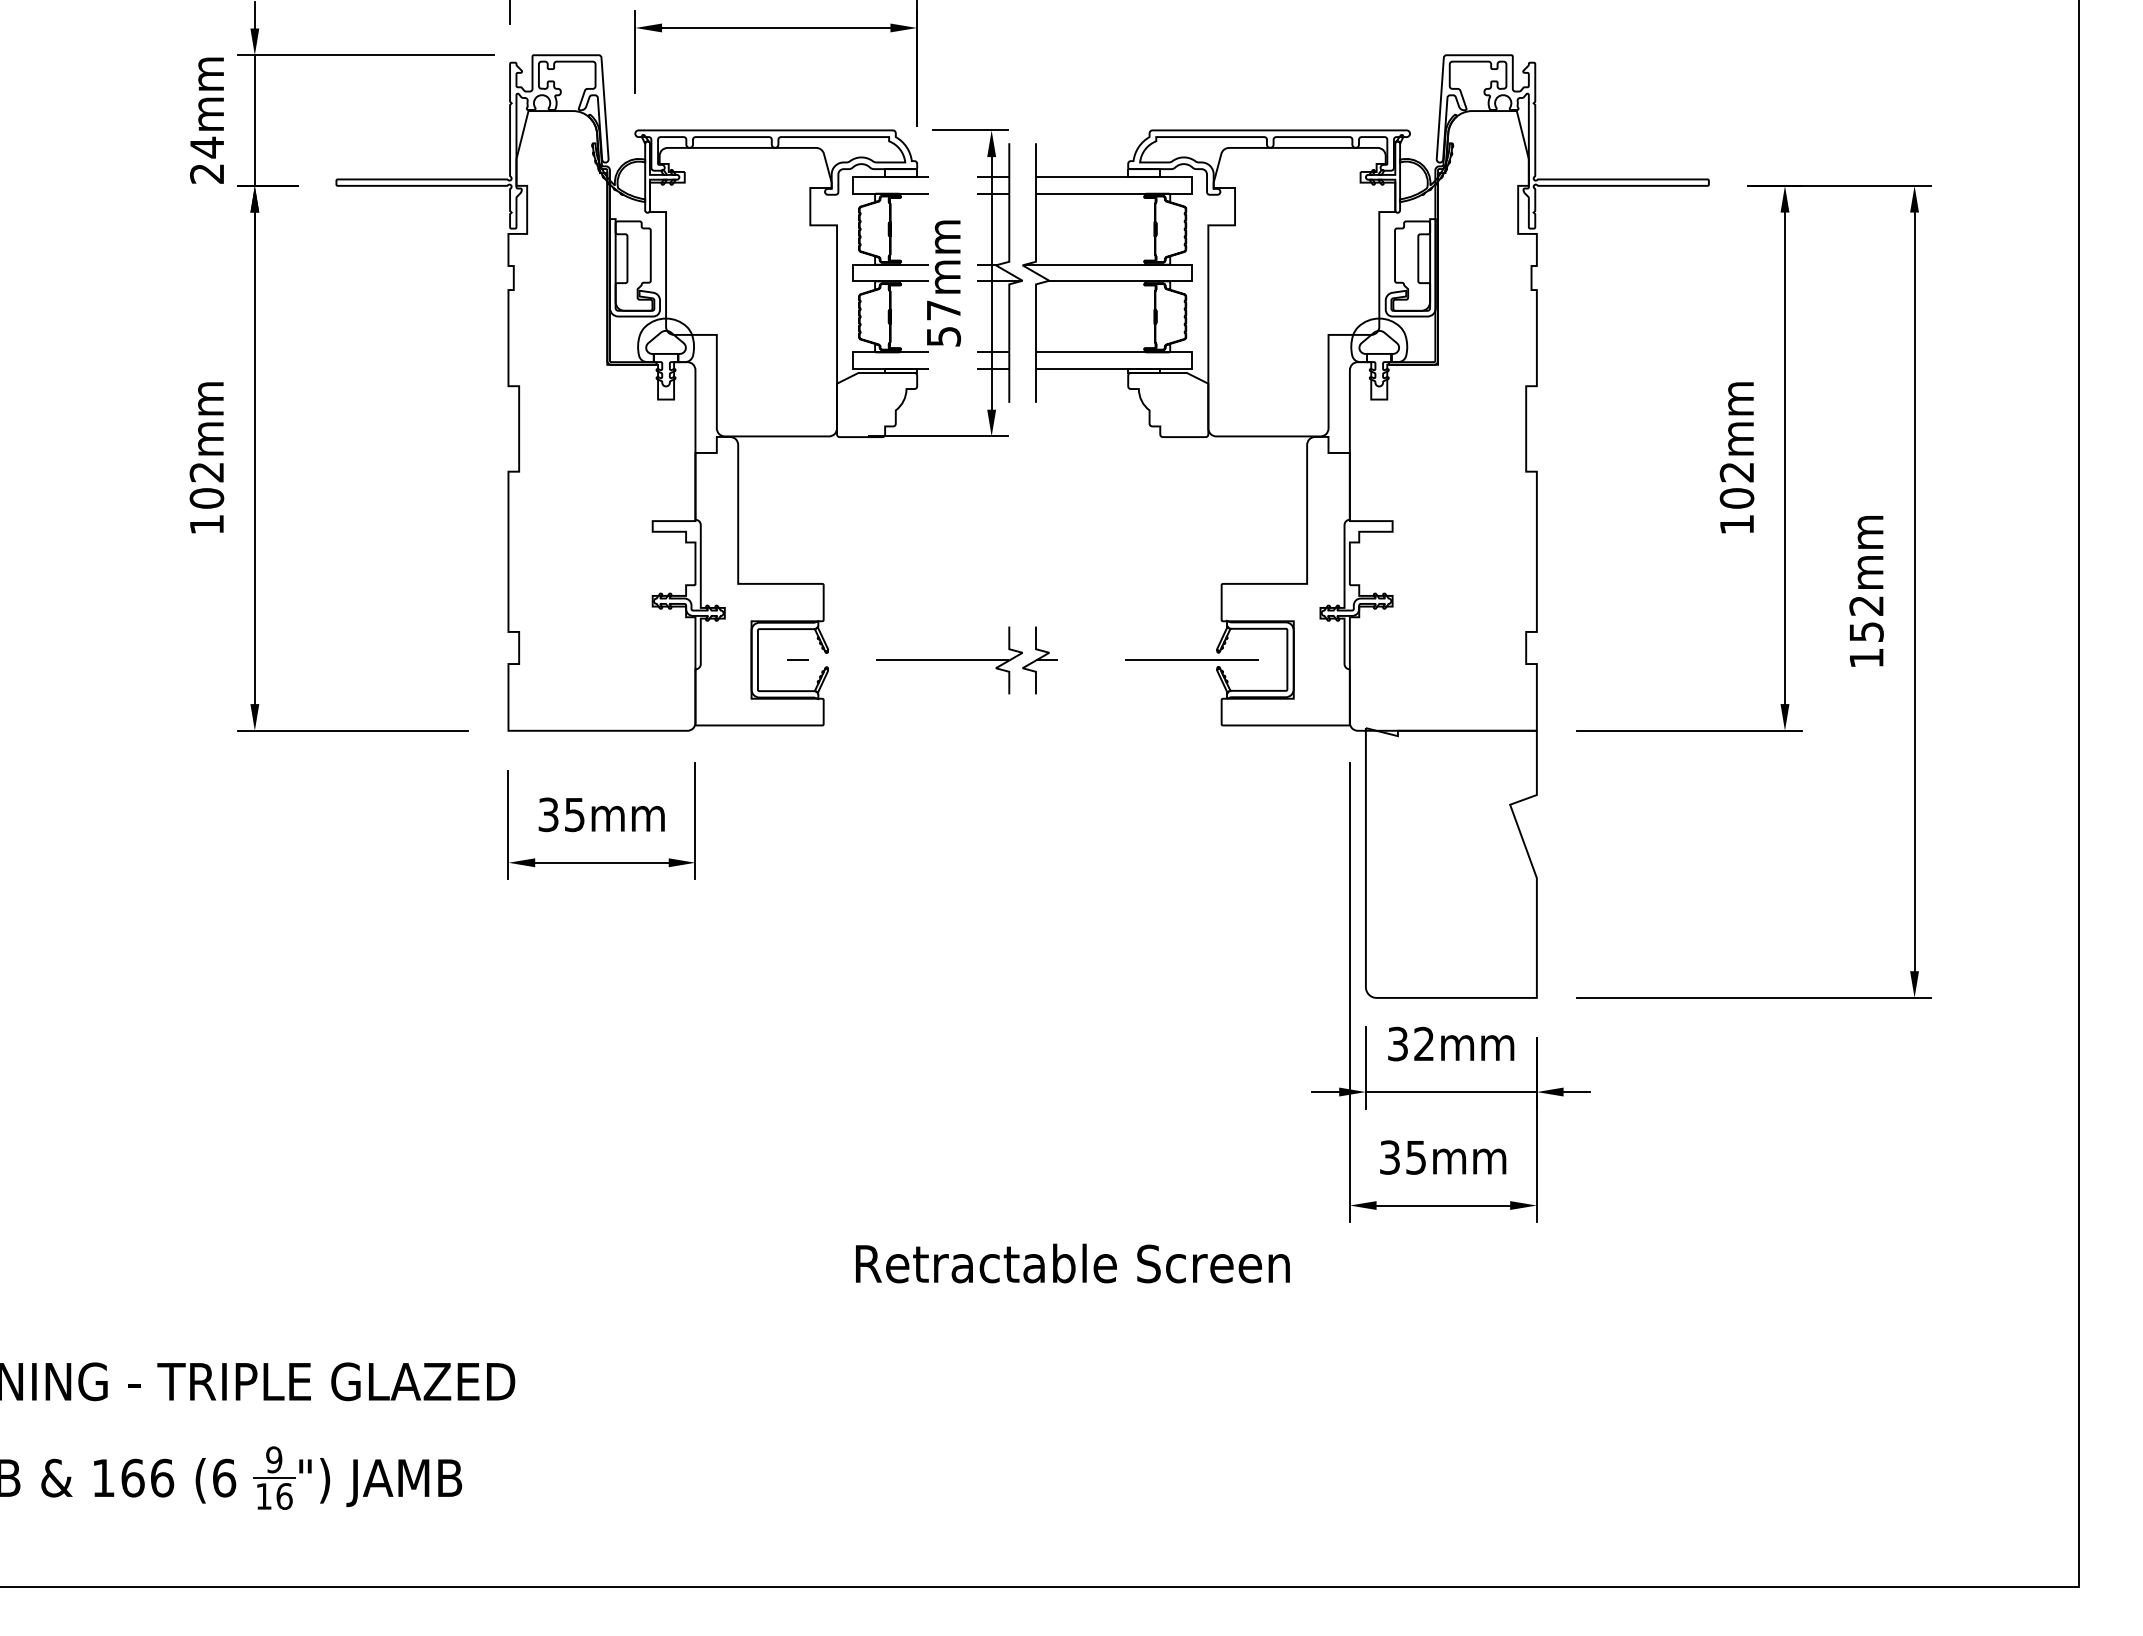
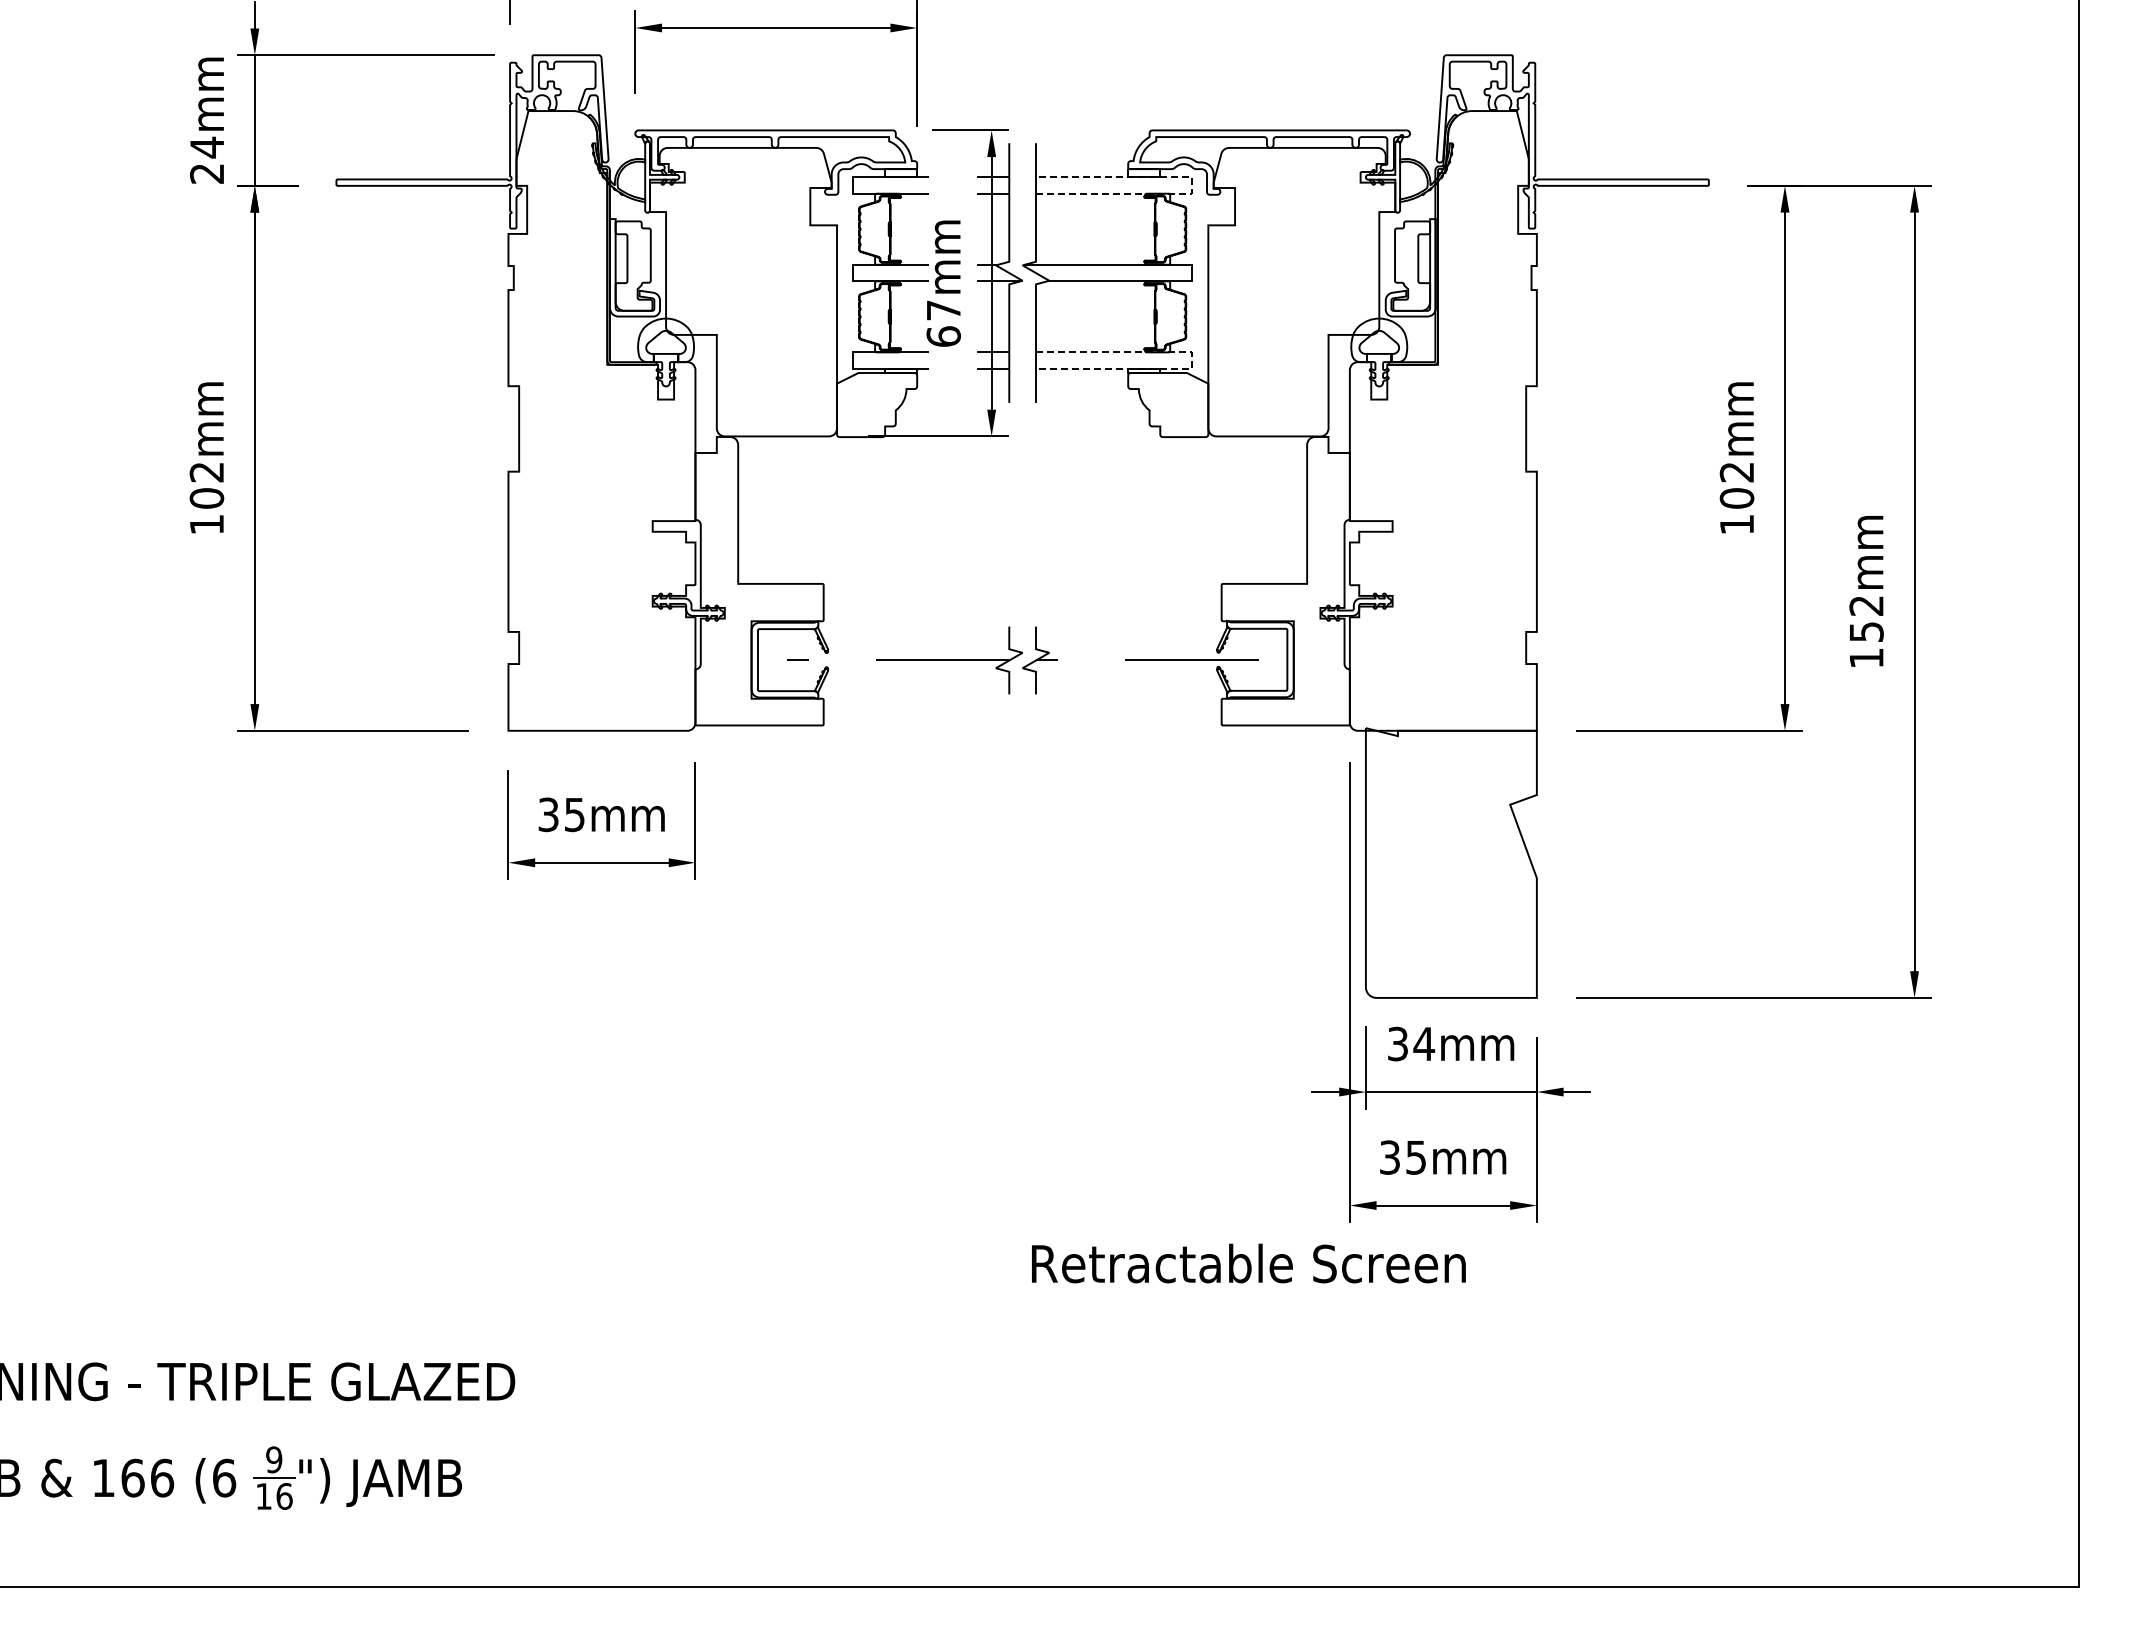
line at (1192, 184): solid -> dashed
text at (943, 336): 57mm -> 67mm
line at (1192, 361): solid -> dashed
text at (1424, 1043): 32mm -> 34mm
text at (1072, 1263) position: (1072, 1263) -> (1248, 1263)
